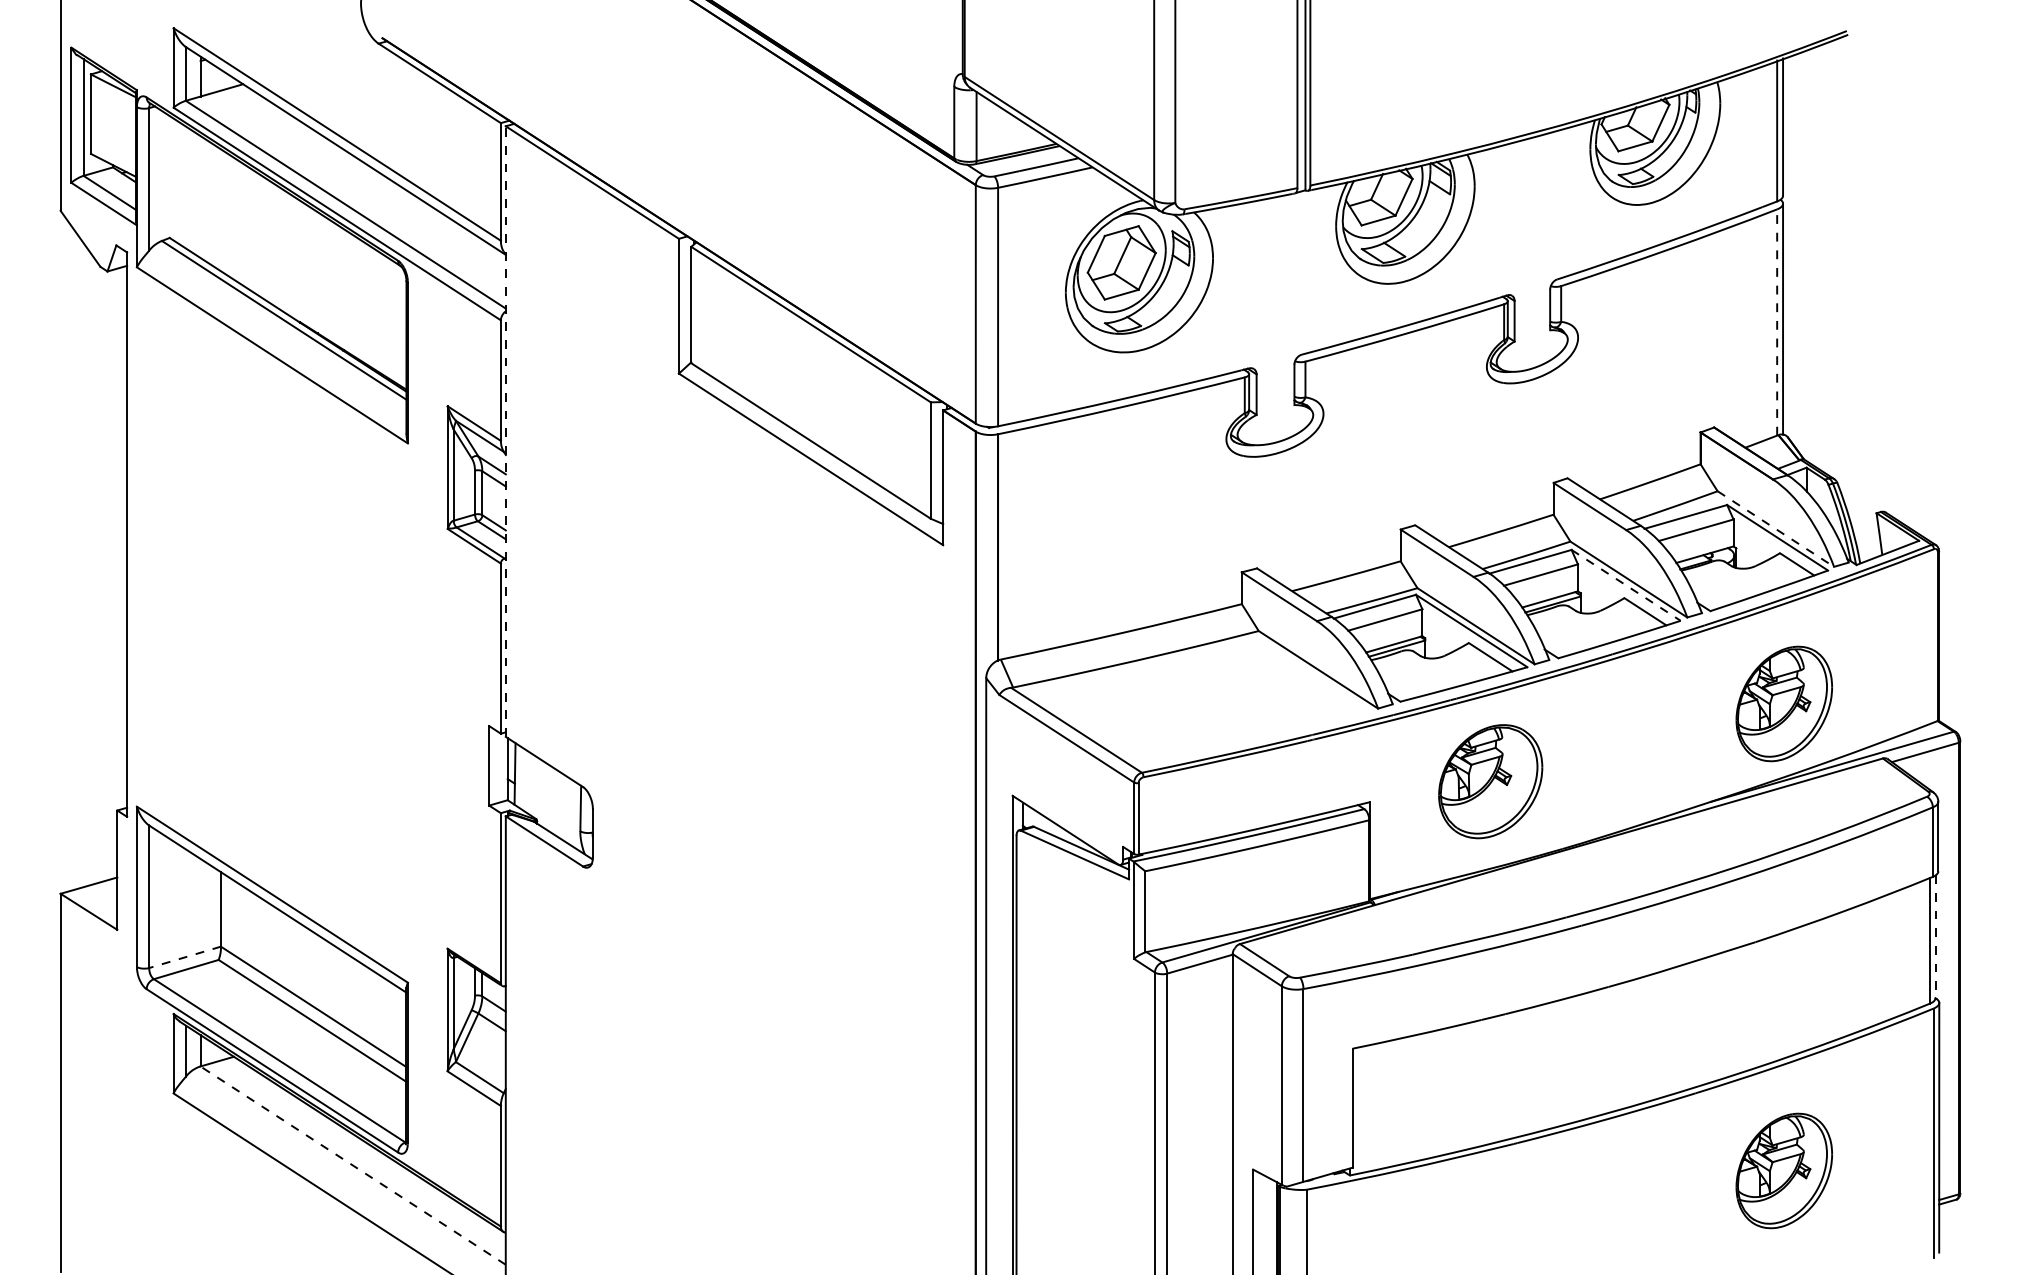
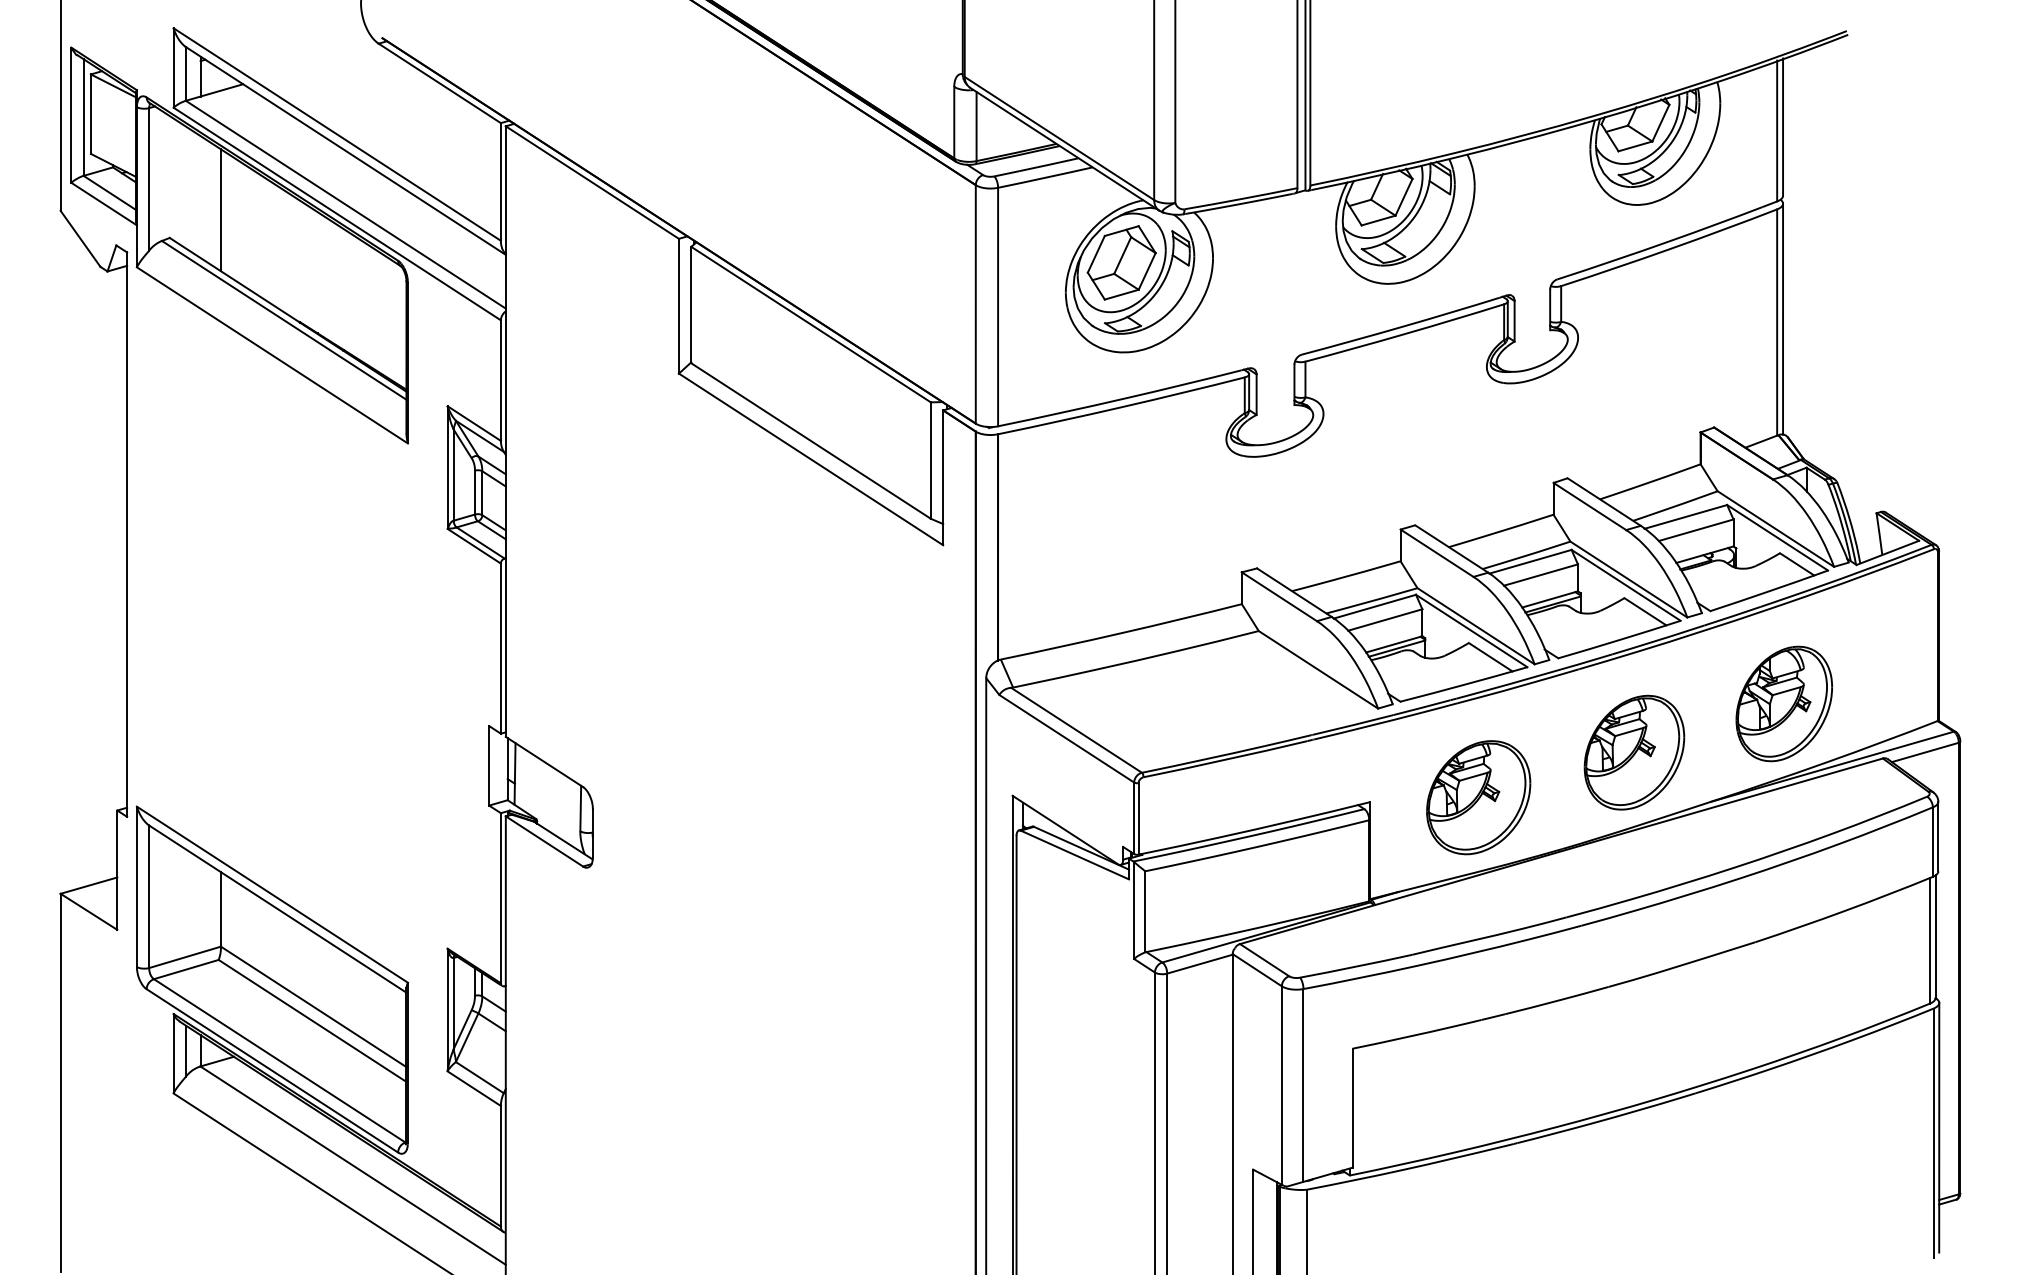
line at (221, 210): none -> present
line at (1777, 322): dashed -> solid
line at (505, 431): dashed -> solid
line at (1776, 529): dashed -> solid
line at (1626, 585): dashed -> solid
part at (1634, 752): none -> present
part at (1490, 781) position: (1490, 781) -> (1478, 797)
line at (1935, 937): dashed -> solid
line at (185, 957): dashed -> solid
line at (353, 1165): dashed -> solid
part at (1783, 1170): present -> none
